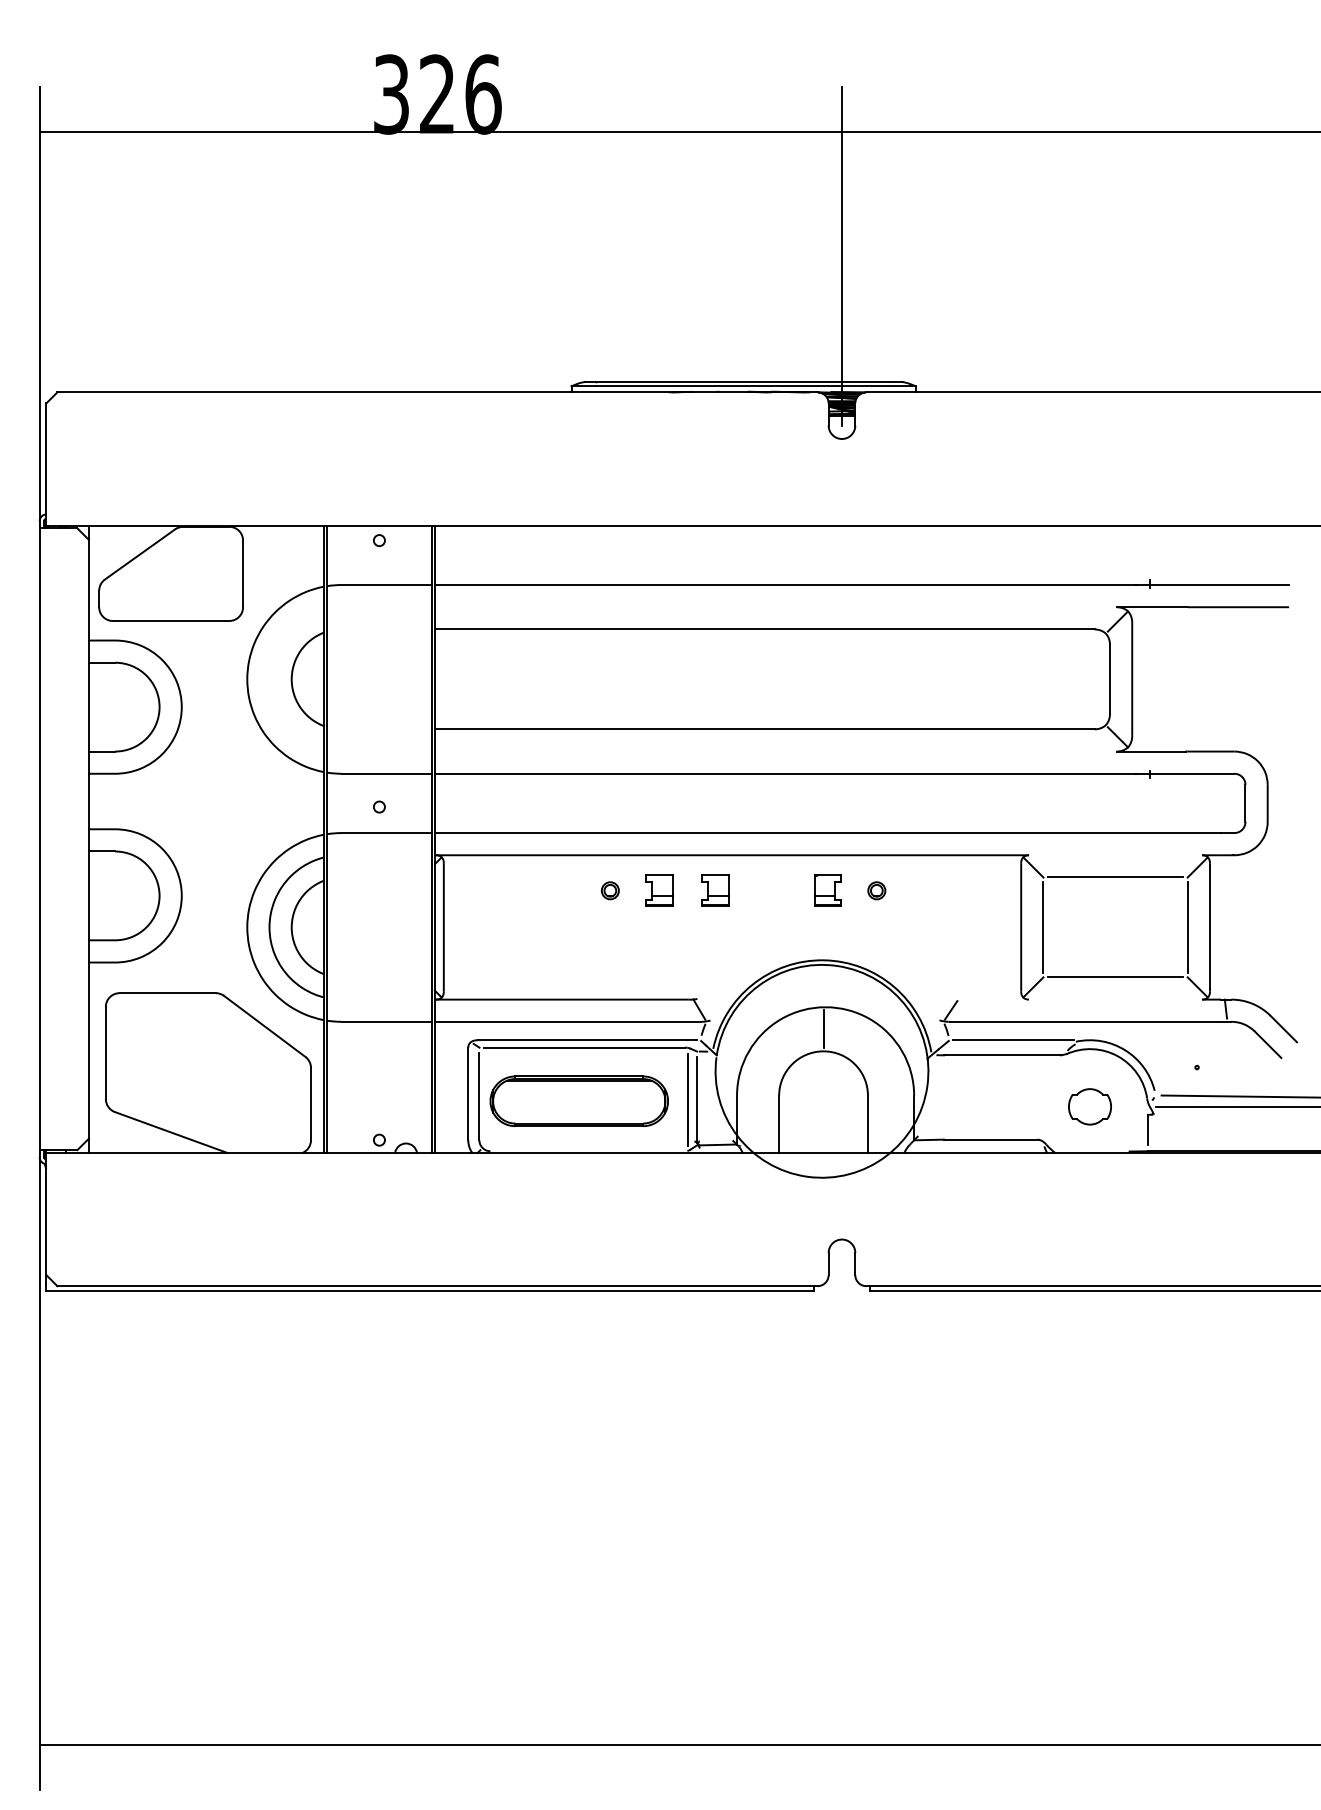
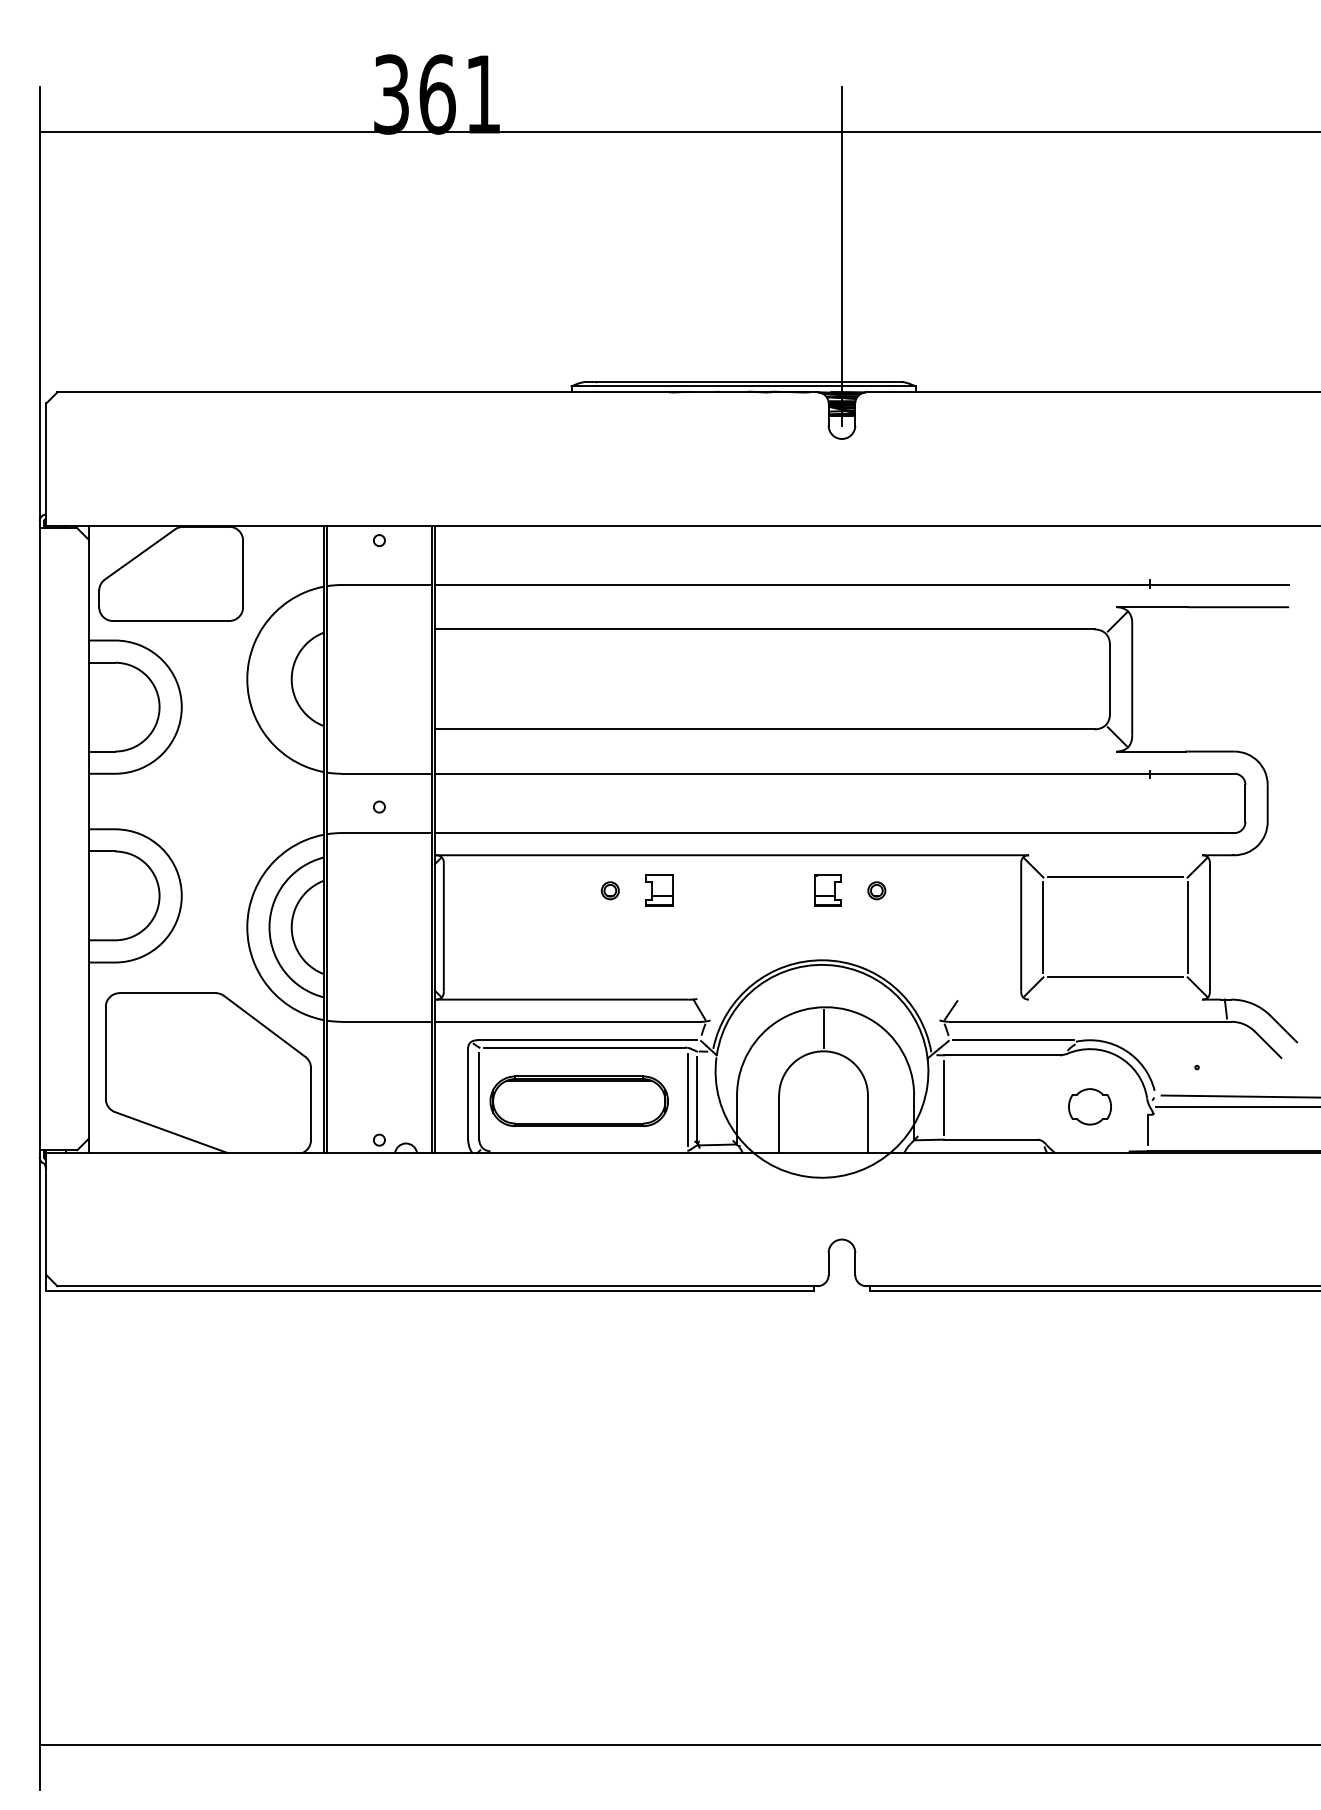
text at (460, 94): 326 -> 361
part at (715, 890): present -> none
line at (943, 1097): none -> present
